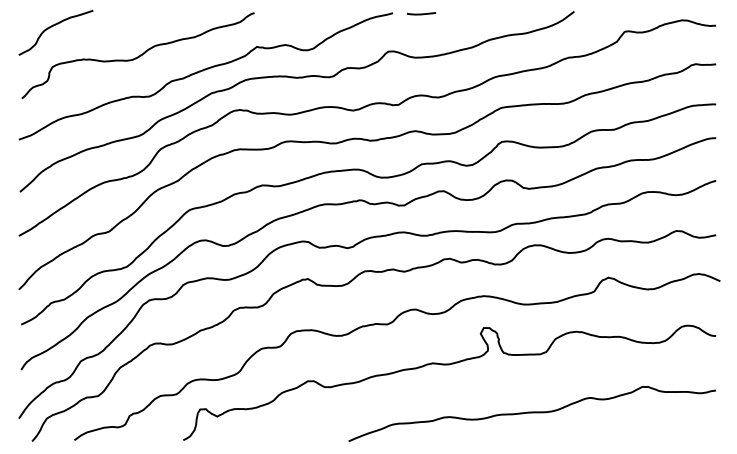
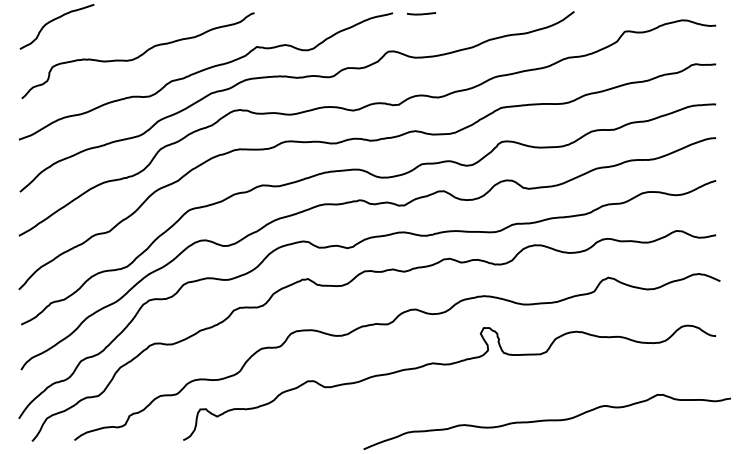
curve at (53, 26) position: (53, 26) -> (54, 20)
curve at (531, 413) position: (531, 413) -> (546, 421)
